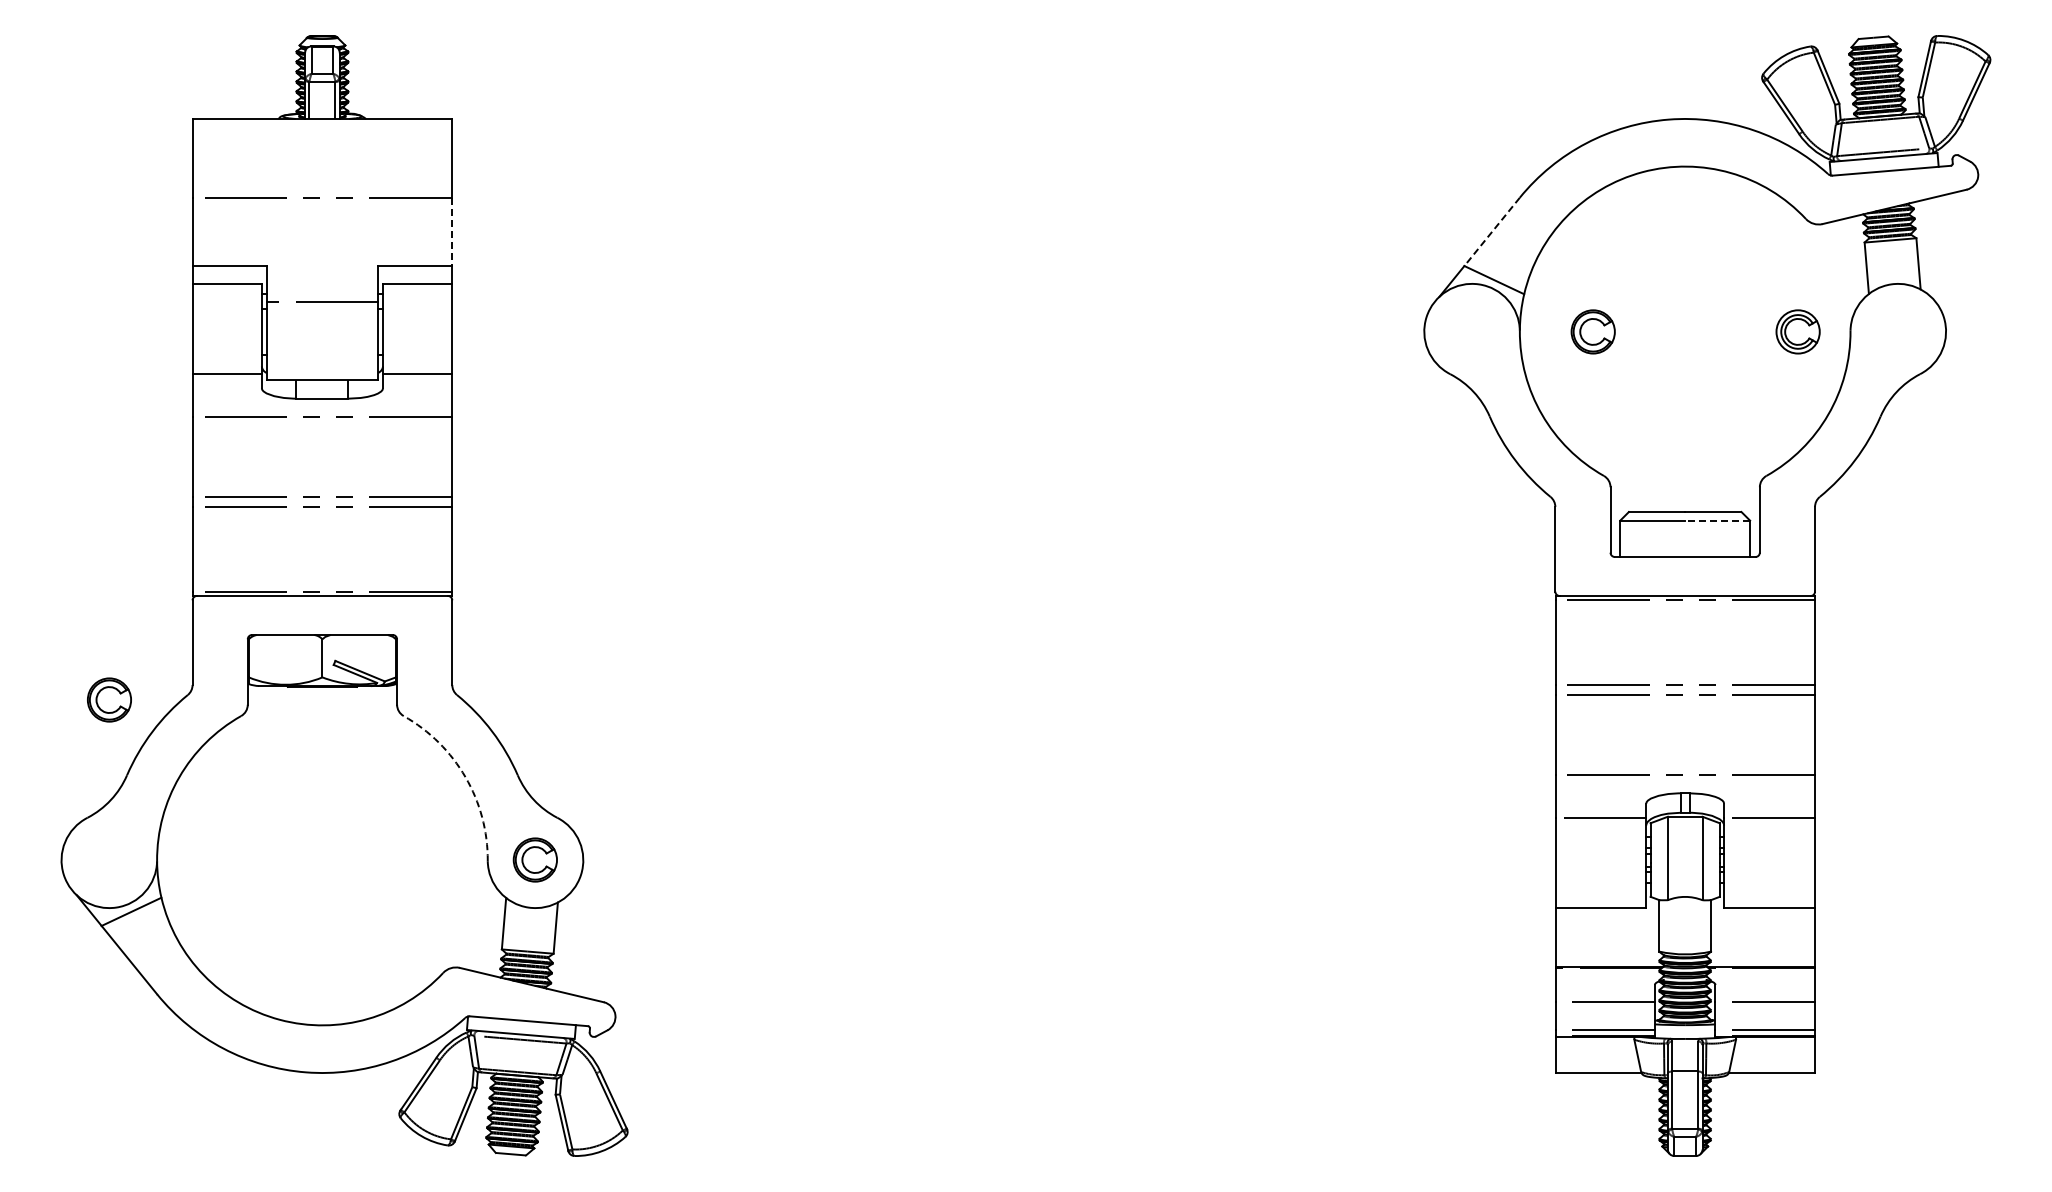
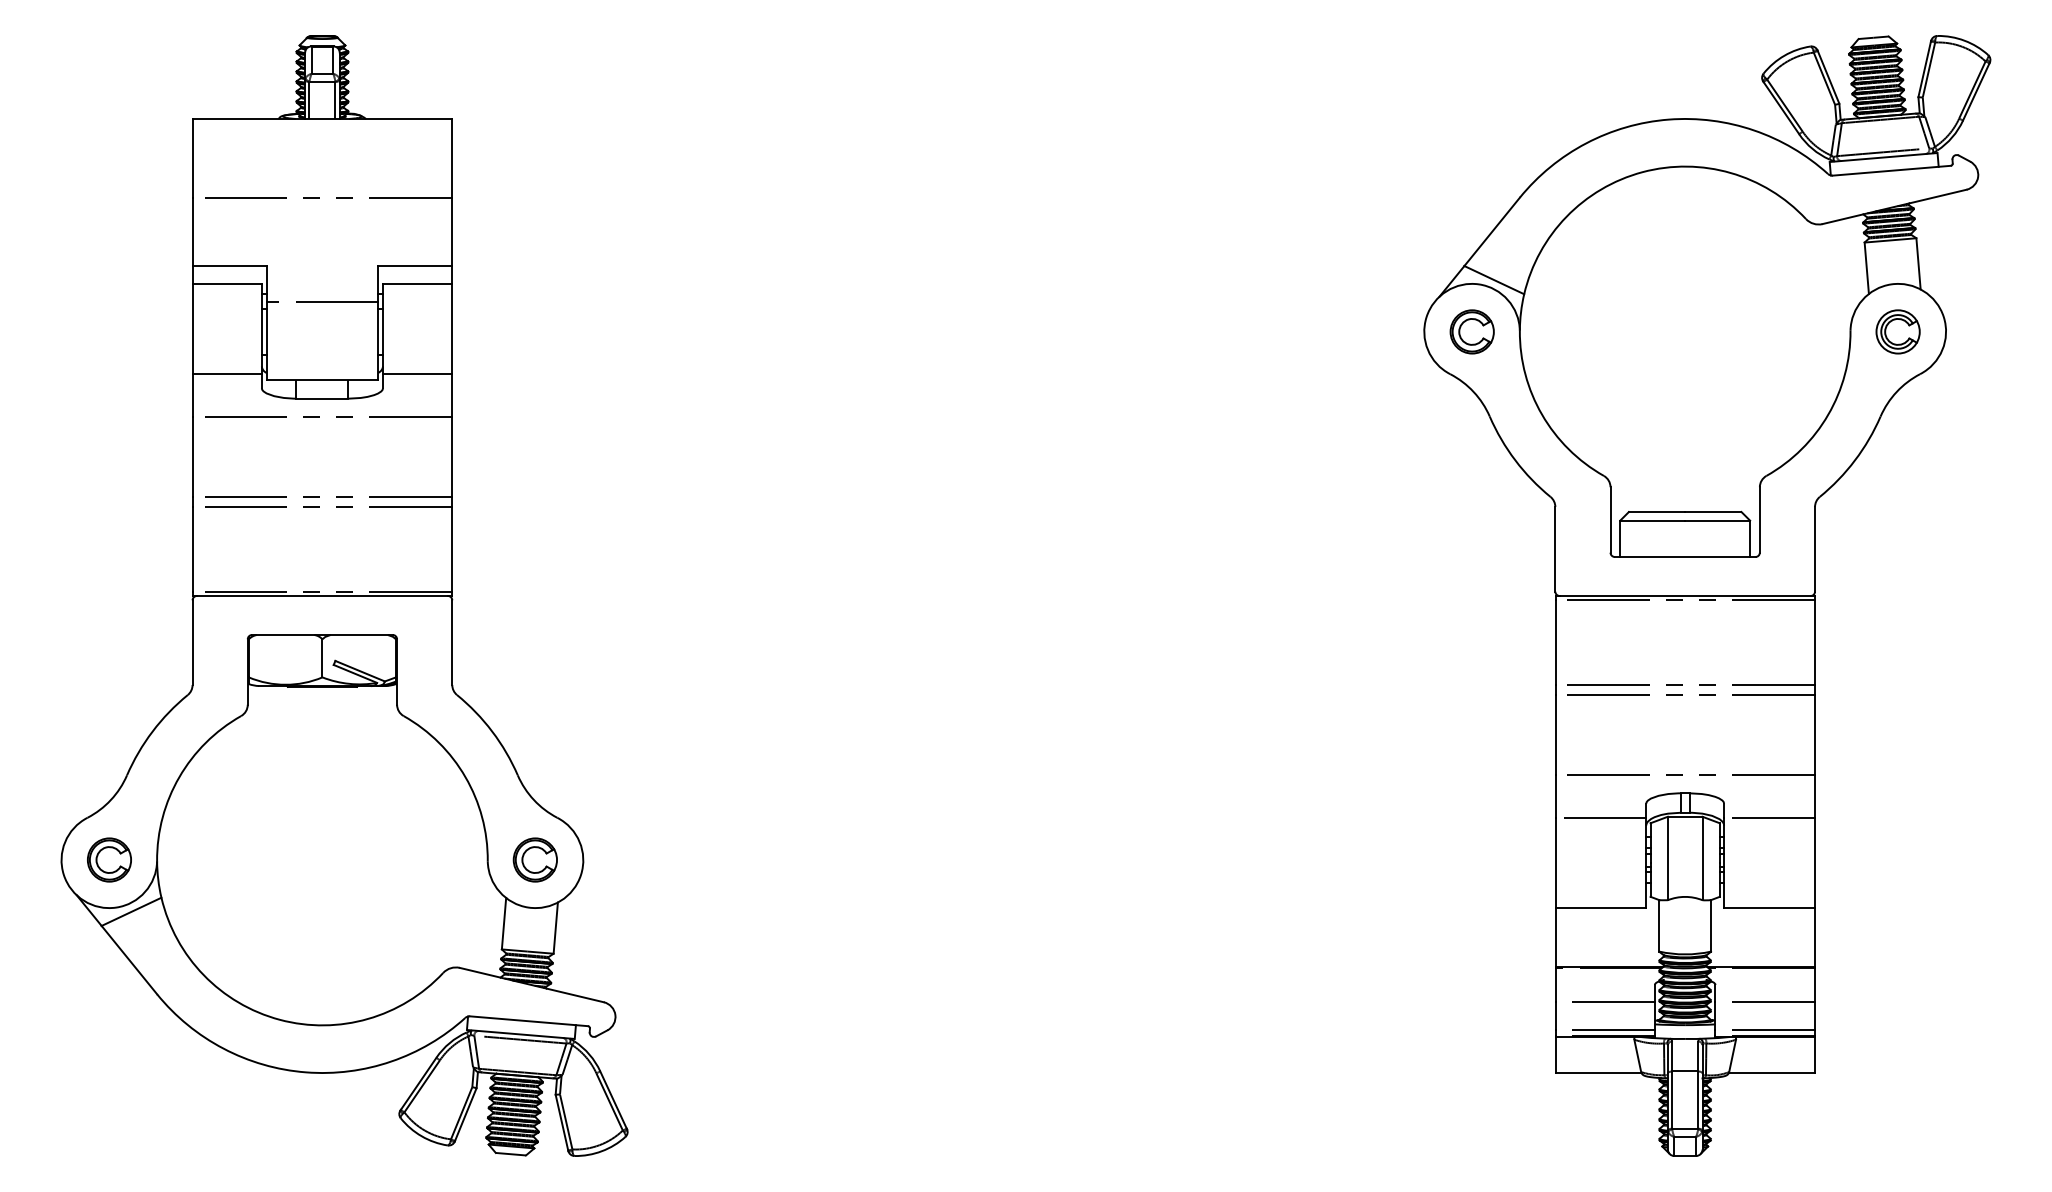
line at (1492, 231): dashed -> solid
line at (451, 232): dashed -> solid
part at (1592, 331) position: (1592, 331) -> (1471, 331)
part at (1797, 331) position: (1797, 331) -> (1897, 331)
line at (1717, 520): dashed -> solid
part at (109, 699) position: (109, 699) -> (109, 859)
arc at (465, 777): dashed -> solid
